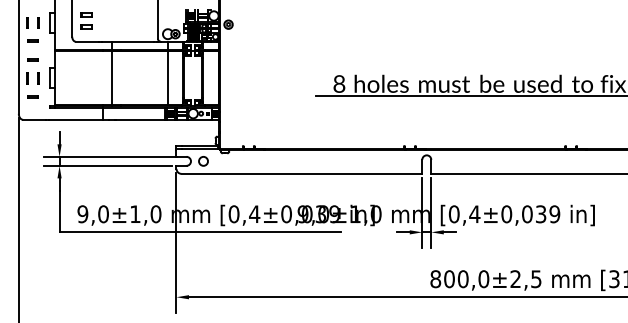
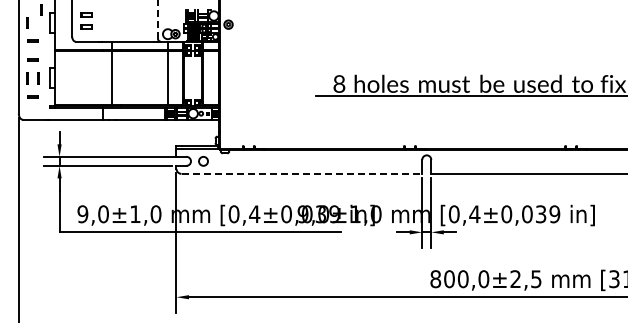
line at (157, 19): solid -> dashed
line at (38, 22) position: (38, 22) -> (41, 9)
line at (302, 173): solid -> dashed
